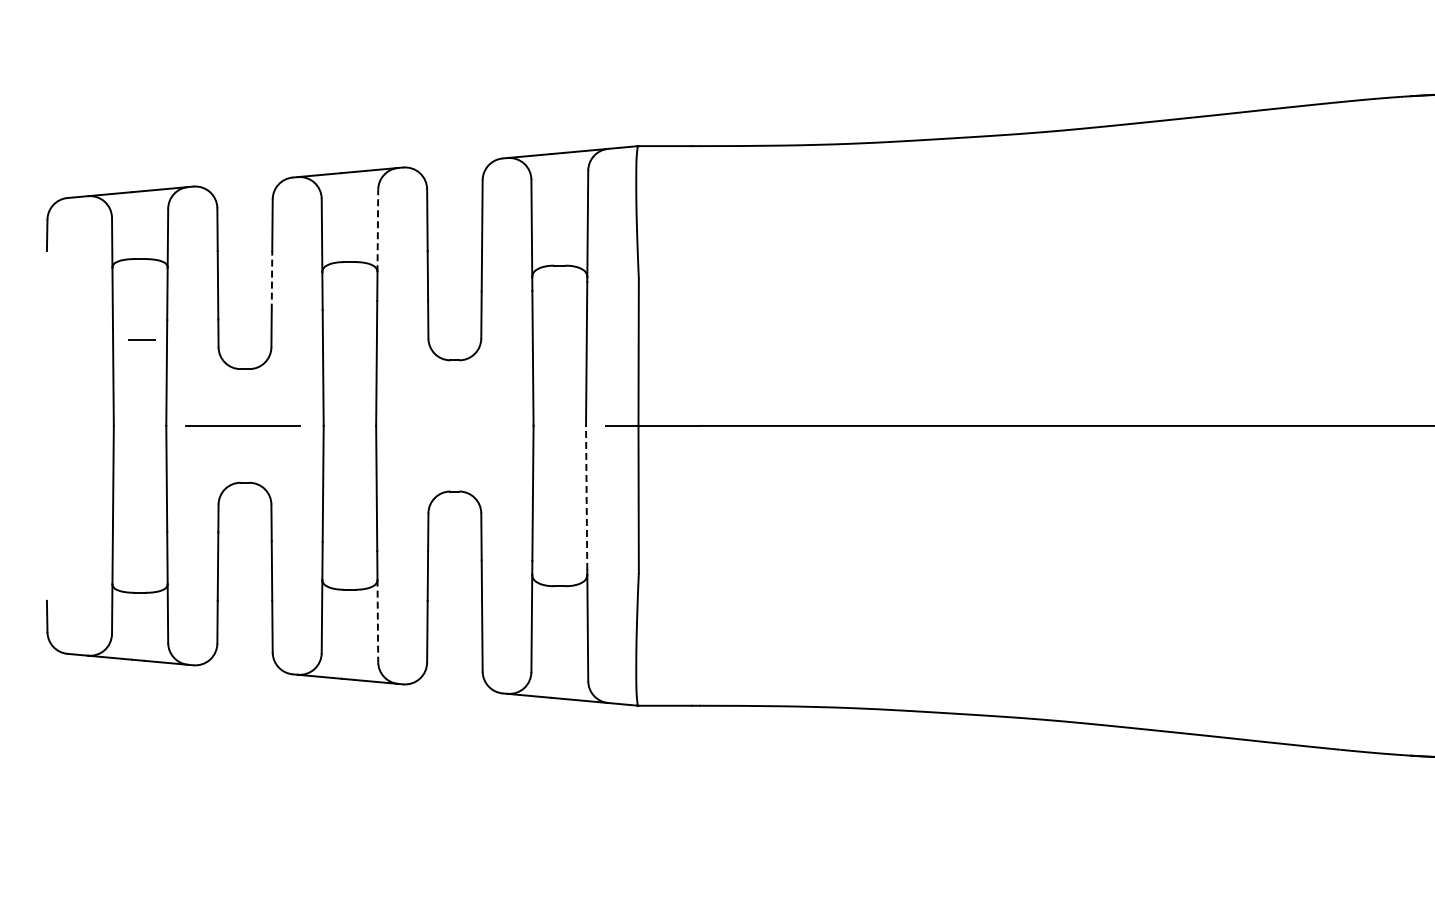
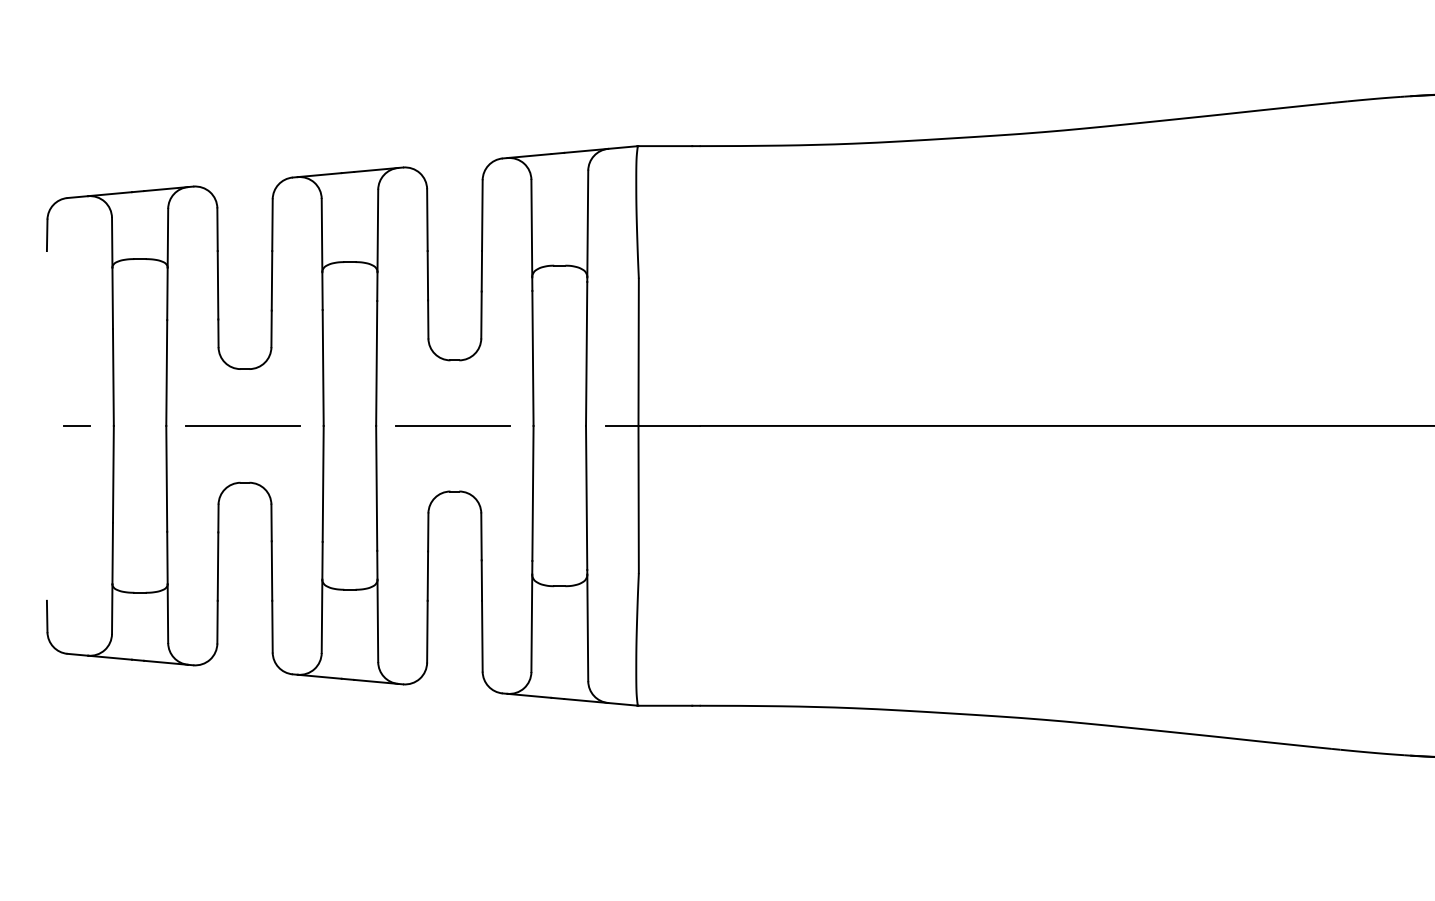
line at (377, 230): dashed -> solid
line at (272, 280): dashed -> solid
line at (141, 339) position: (141, 339) -> (76, 425)
line at (452, 425): none -> present
line at (586, 497): dashed -> solid
line at (377, 621): dashed -> solid
